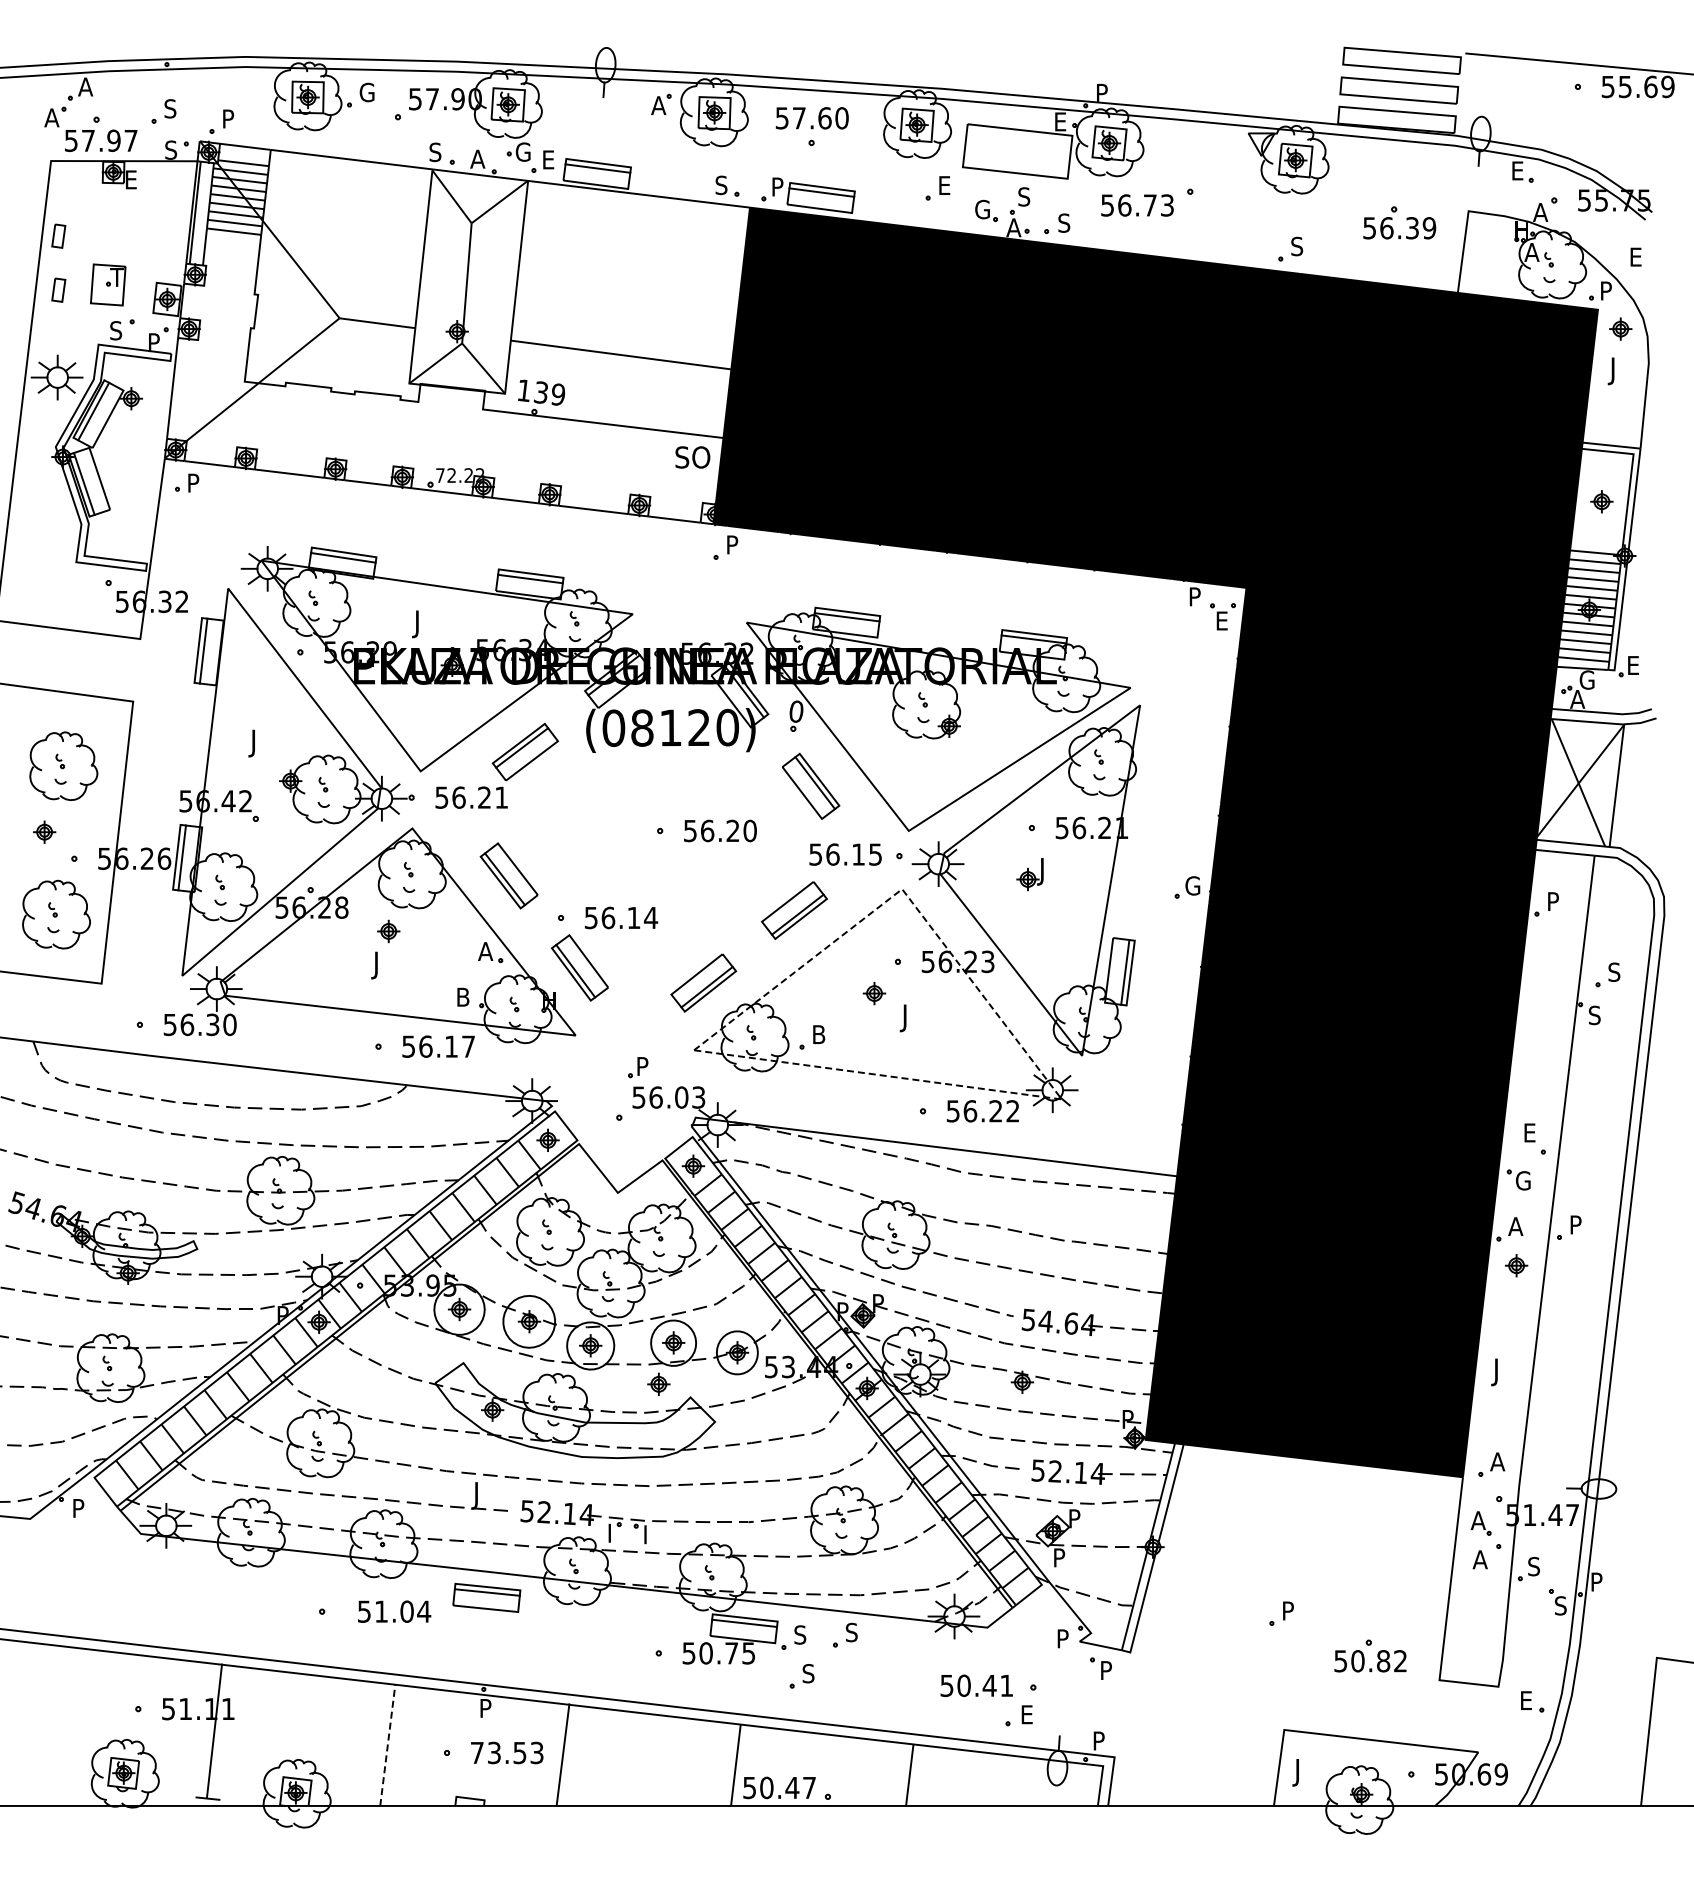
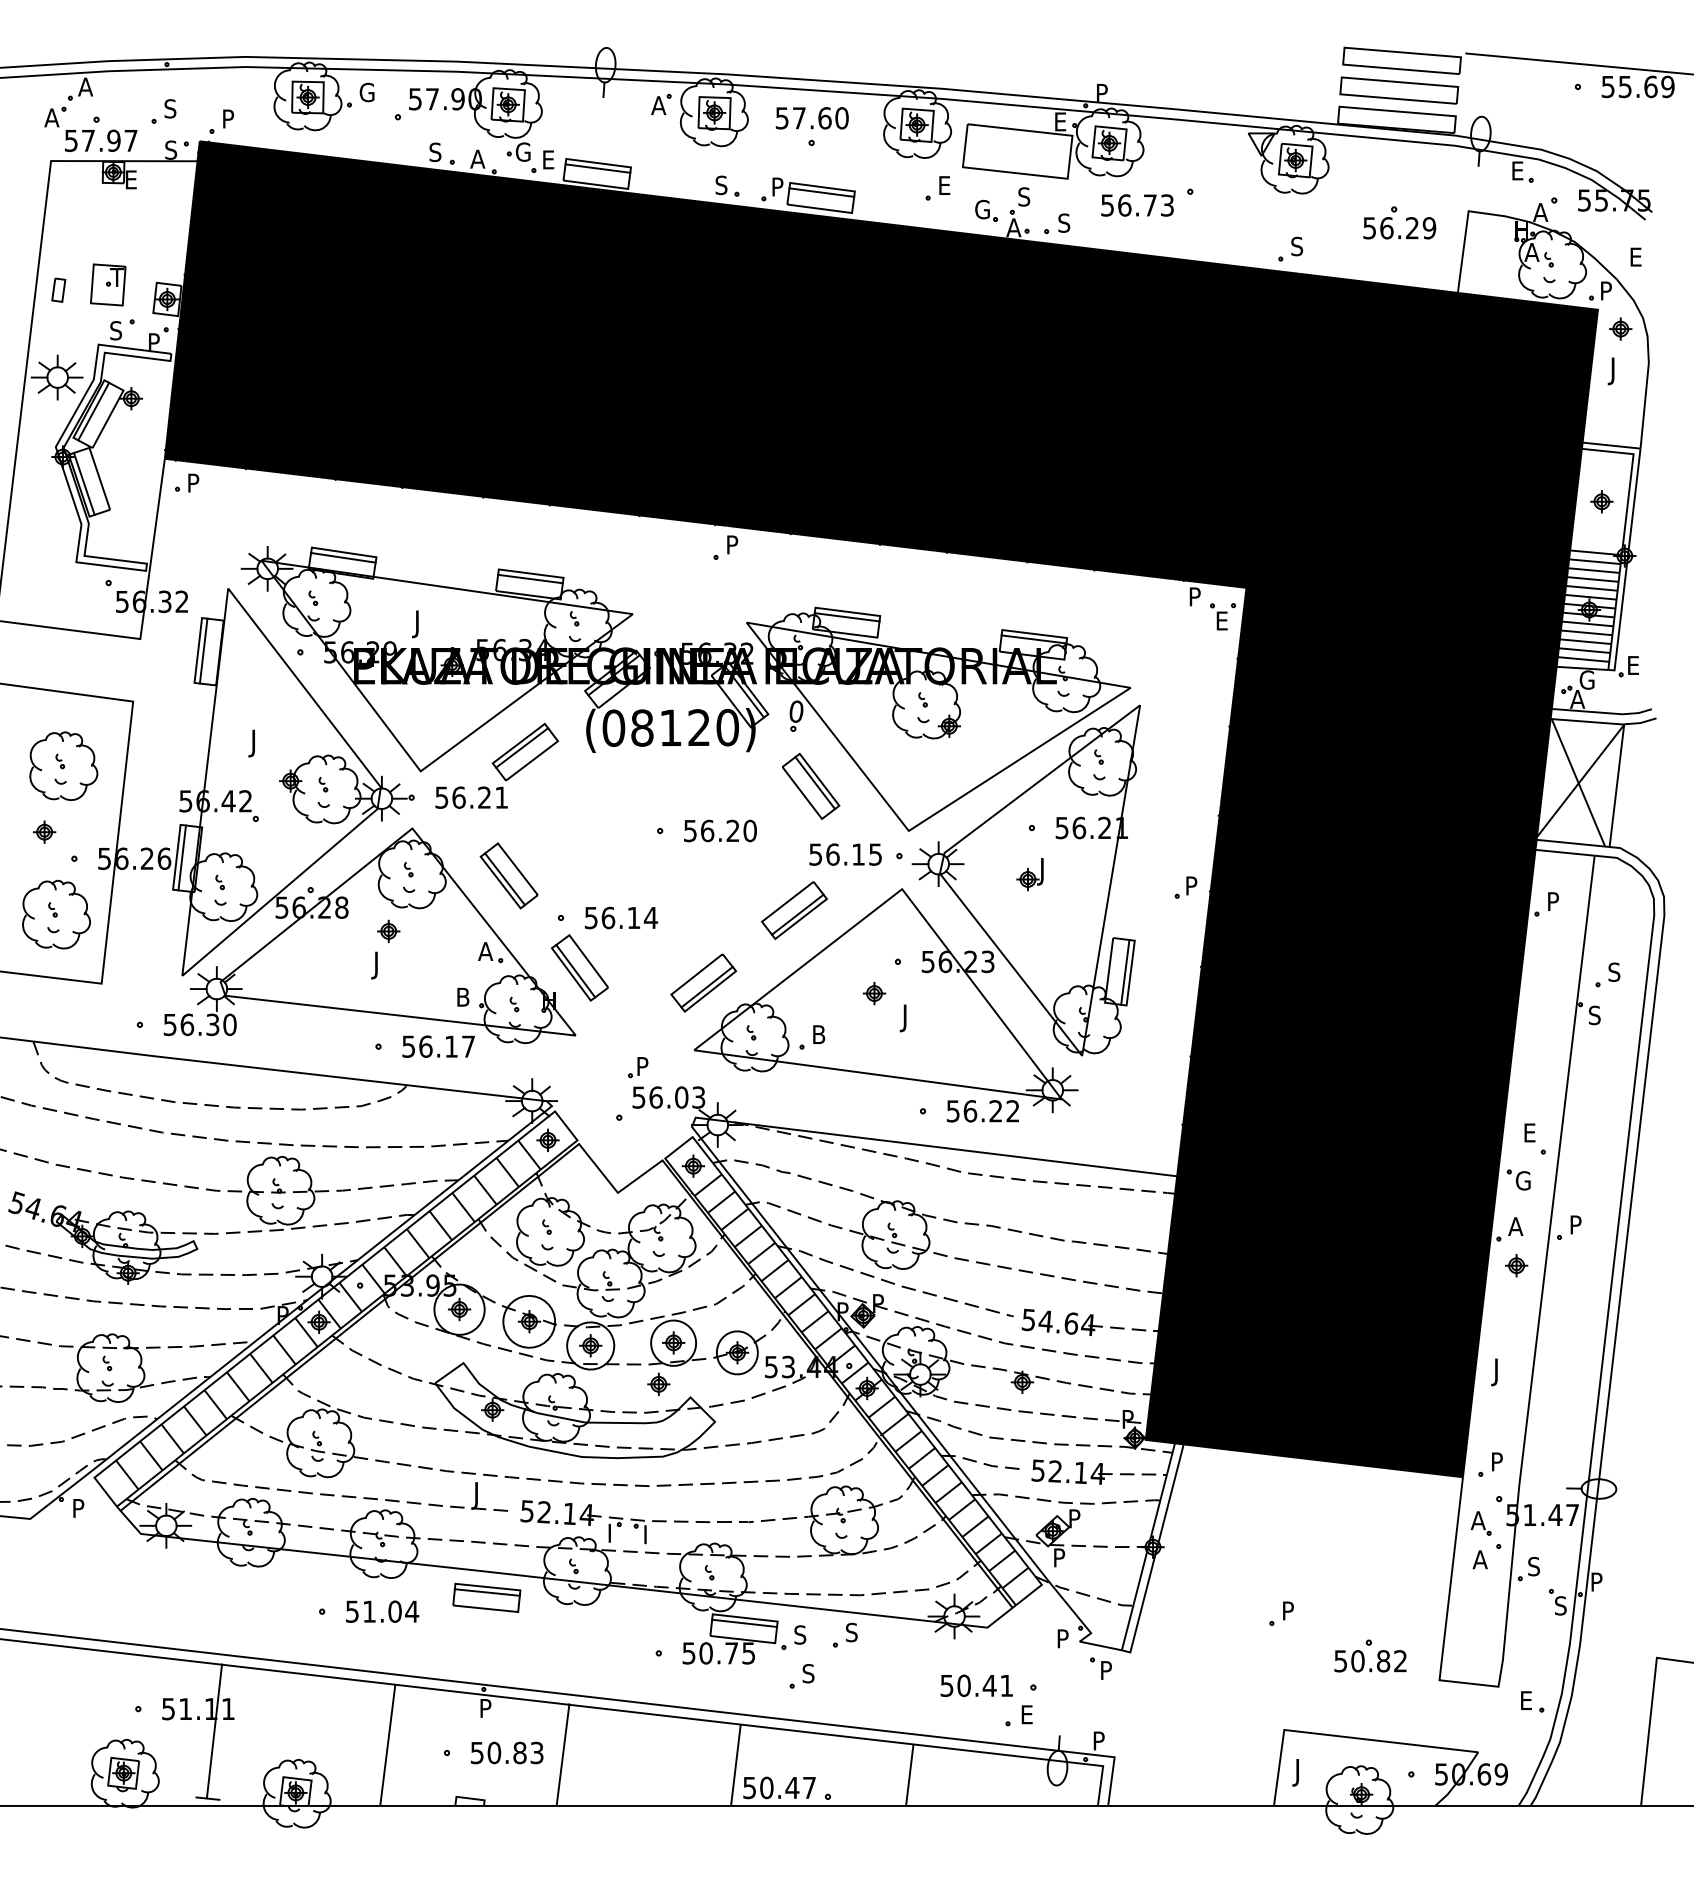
text at (1412, 228): 56.39 -> 56.29
part at (58, 235): present -> none
fill at (457, 332): none -> present
text at (1192, 885): G -> P
line at (1014, 1037): dashed -> solid
text at (1497, 1461): A -> P
text at (394, 1611) position: (394, 1611) -> (382, 1611)
line at (387, 1744): dashed -> solid
text at (498, 1752): 73.53 -> 50.83
